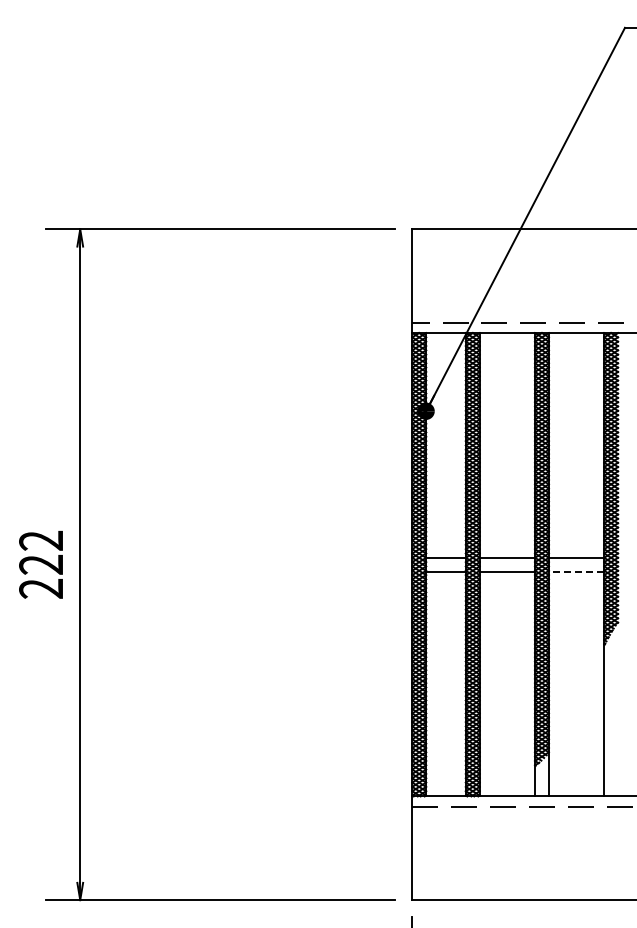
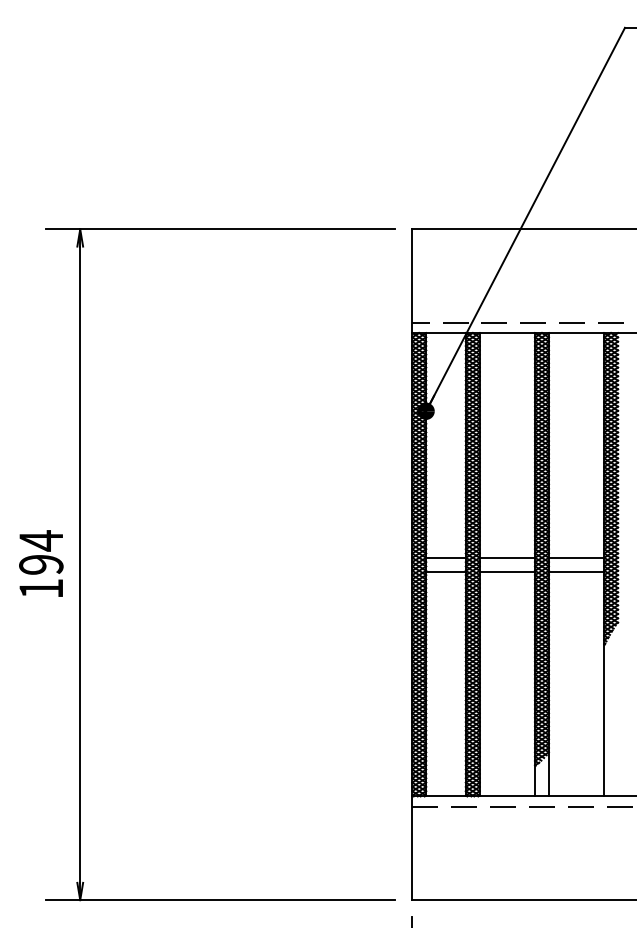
text at (41, 564): 222 -> 194
line at (576, 571): dashed -> solid
